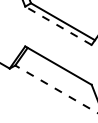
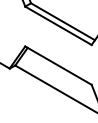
line at (58, 25): dashed -> solid
line at (55, 88): dashed -> solid
